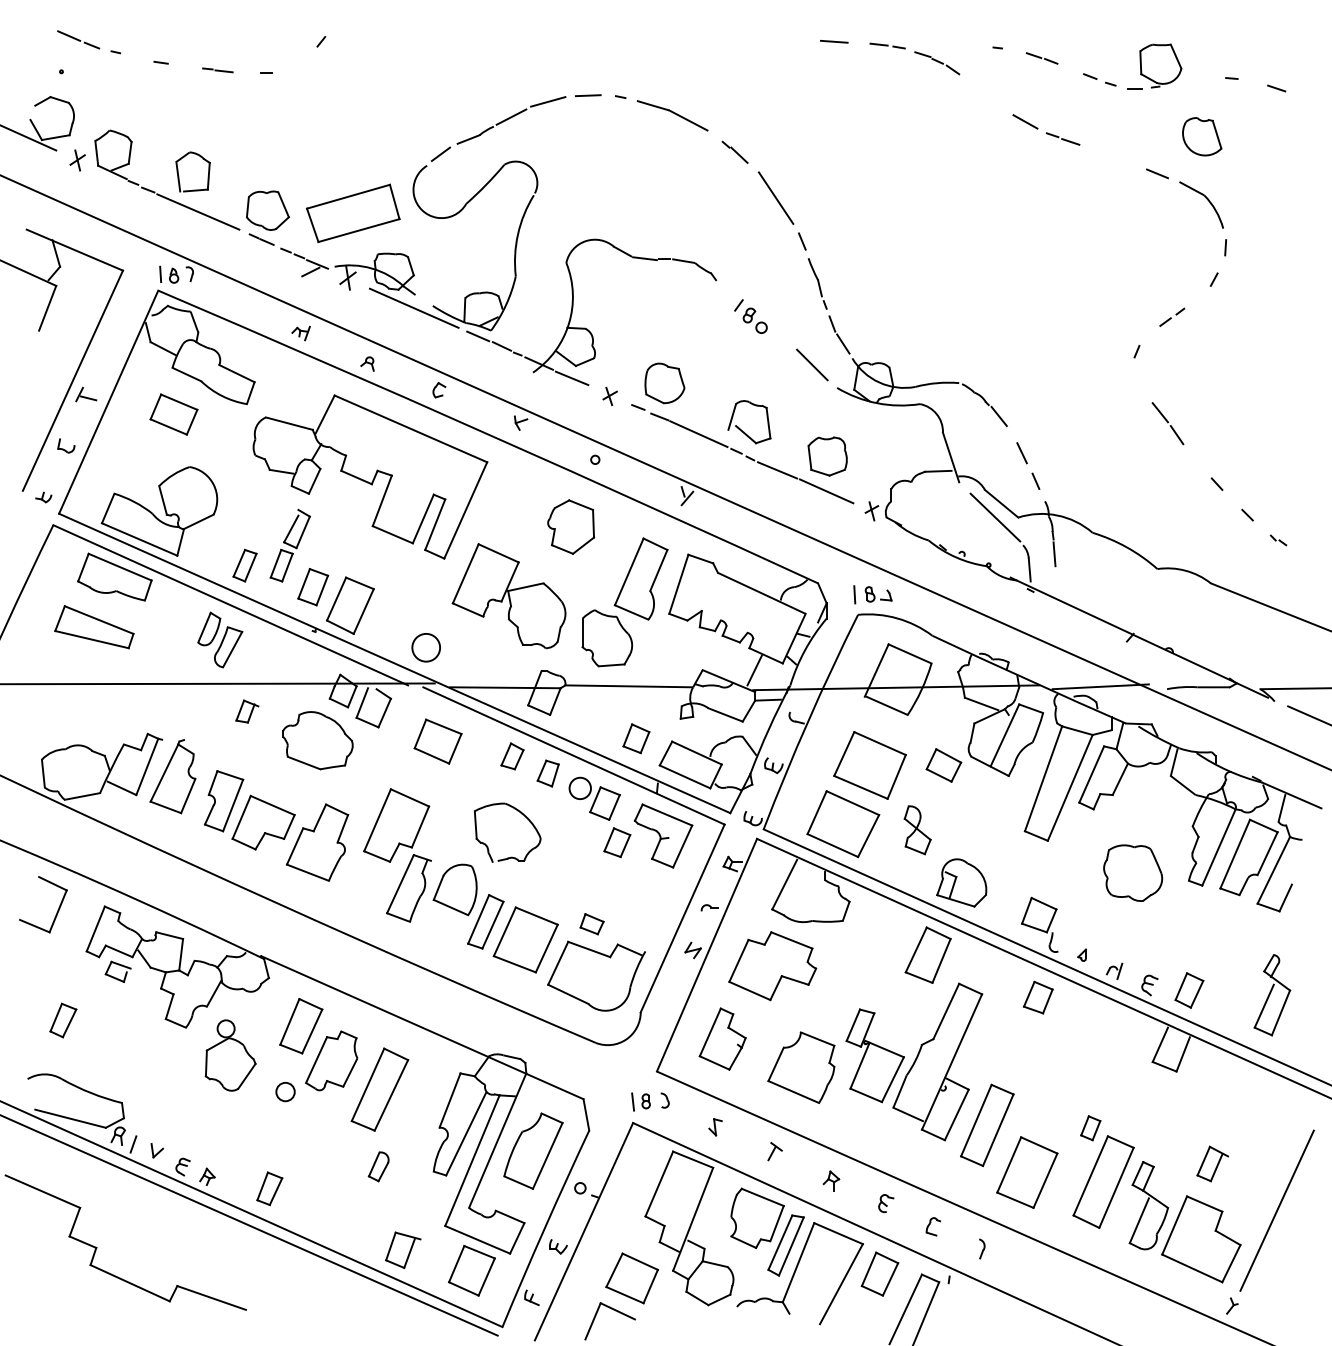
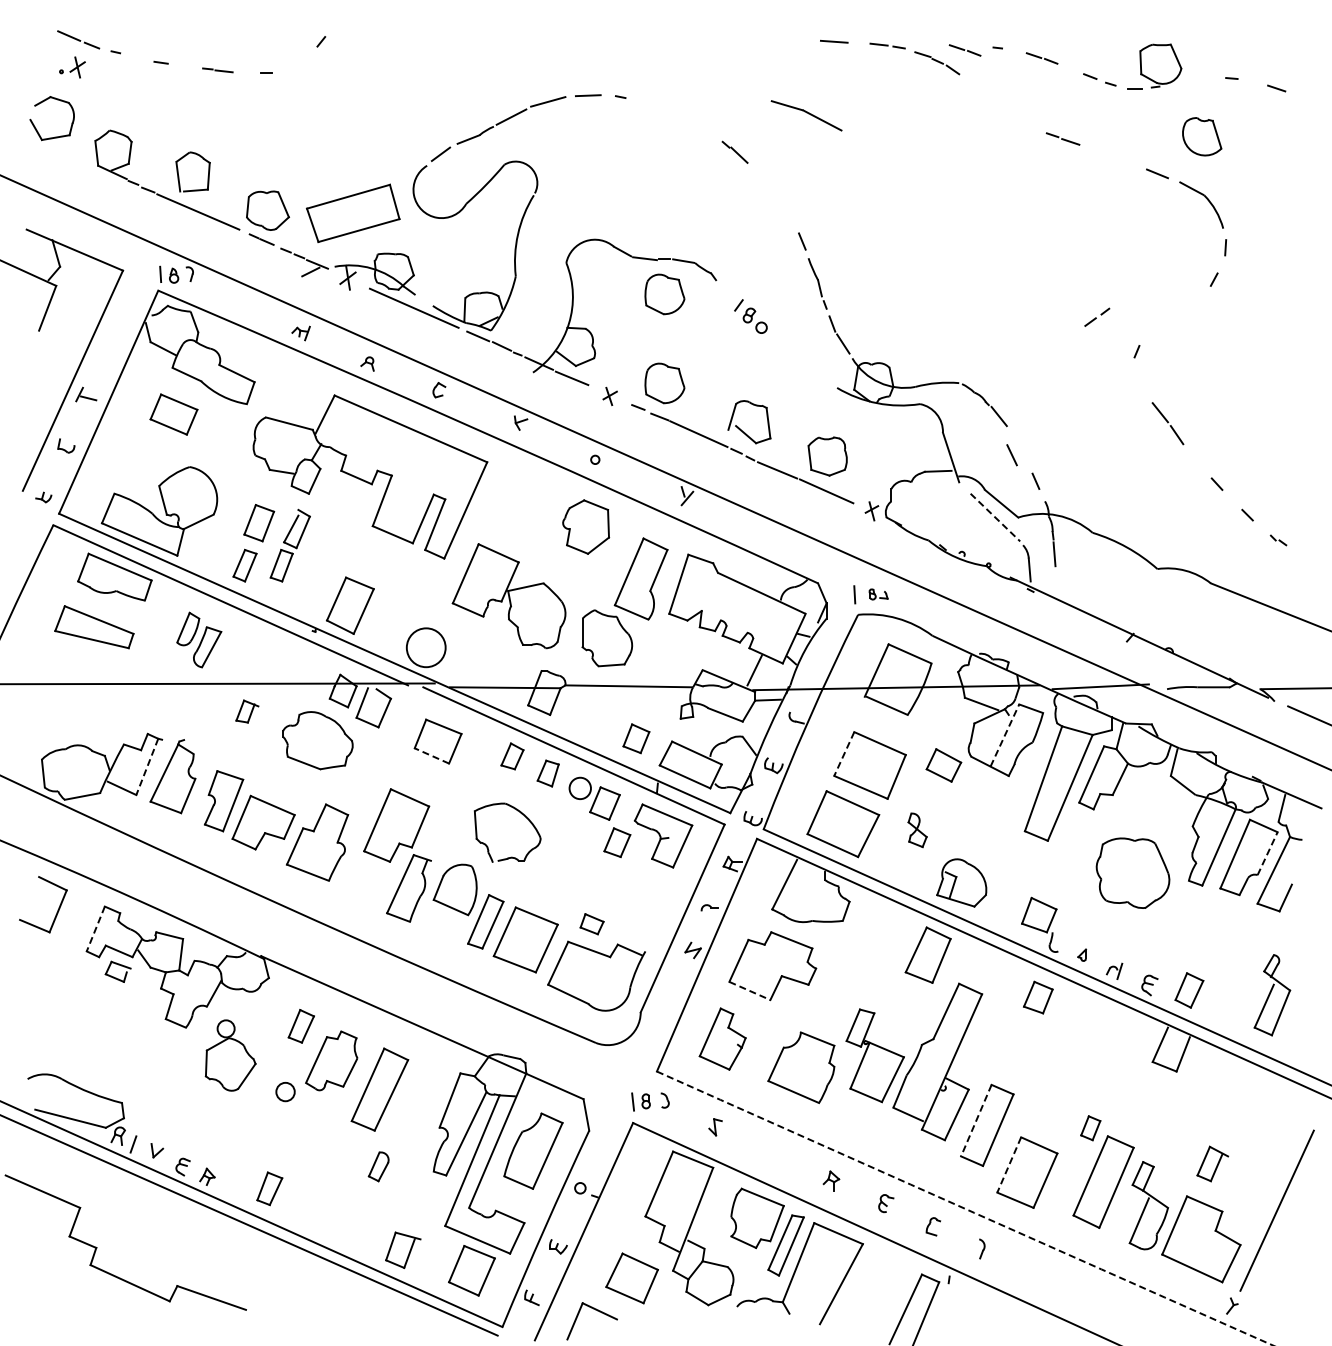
line at (964, 50): none -> present
part at (672, 115) position: (672, 115) -> (806, 115)
line at (1025, 121): present -> none
line at (29, 138): present -> none
part at (77, 160) position: (77, 160) -> (77, 67)
line at (775, 197): present -> none
part at (664, 294): none -> present
line at (1171, 317) position: (1171, 317) -> (1096, 317)
line at (812, 364): present -> none
line at (1021, 453) position: (1021, 453) -> (1011, 455)
line at (995, 517): solid -> dashed
part at (571, 526) position: (571, 526) -> (586, 526)
part at (313, 587) position: (313, 587) -> (259, 523)
part at (878, 594) size: 29x17 px -> 21x13 px
part at (220, 639) position: (220, 639) -> (199, 639)
circle at (426, 647) diameter: 28 px -> 39 px
line at (1005, 735): solid -> dashed
line at (844, 754): solid -> dashed
line at (431, 755): solid -> dashed
line at (147, 767): solid -> dashed
part at (917, 830) size: 29x51 px -> 21x37 px
line at (1267, 853): solid -> dashed
part at (1133, 872) size: 61x58 px -> 76x72 px
line at (95, 929): solid -> dashed
line at (750, 991): solid -> dashed
part at (63, 1020): present -> none
part at (301, 1026) size: 45x57 px -> 28x35 px
line at (976, 1120): solid -> dashed
part at (774, 1151): present -> none
line at (1009, 1165): solid -> dashed
arc at (965, 1209): solid -> dashed
part at (879, 1273): present -> none
part at (615, 1311) position: (615, 1311) -> (597, 1311)
